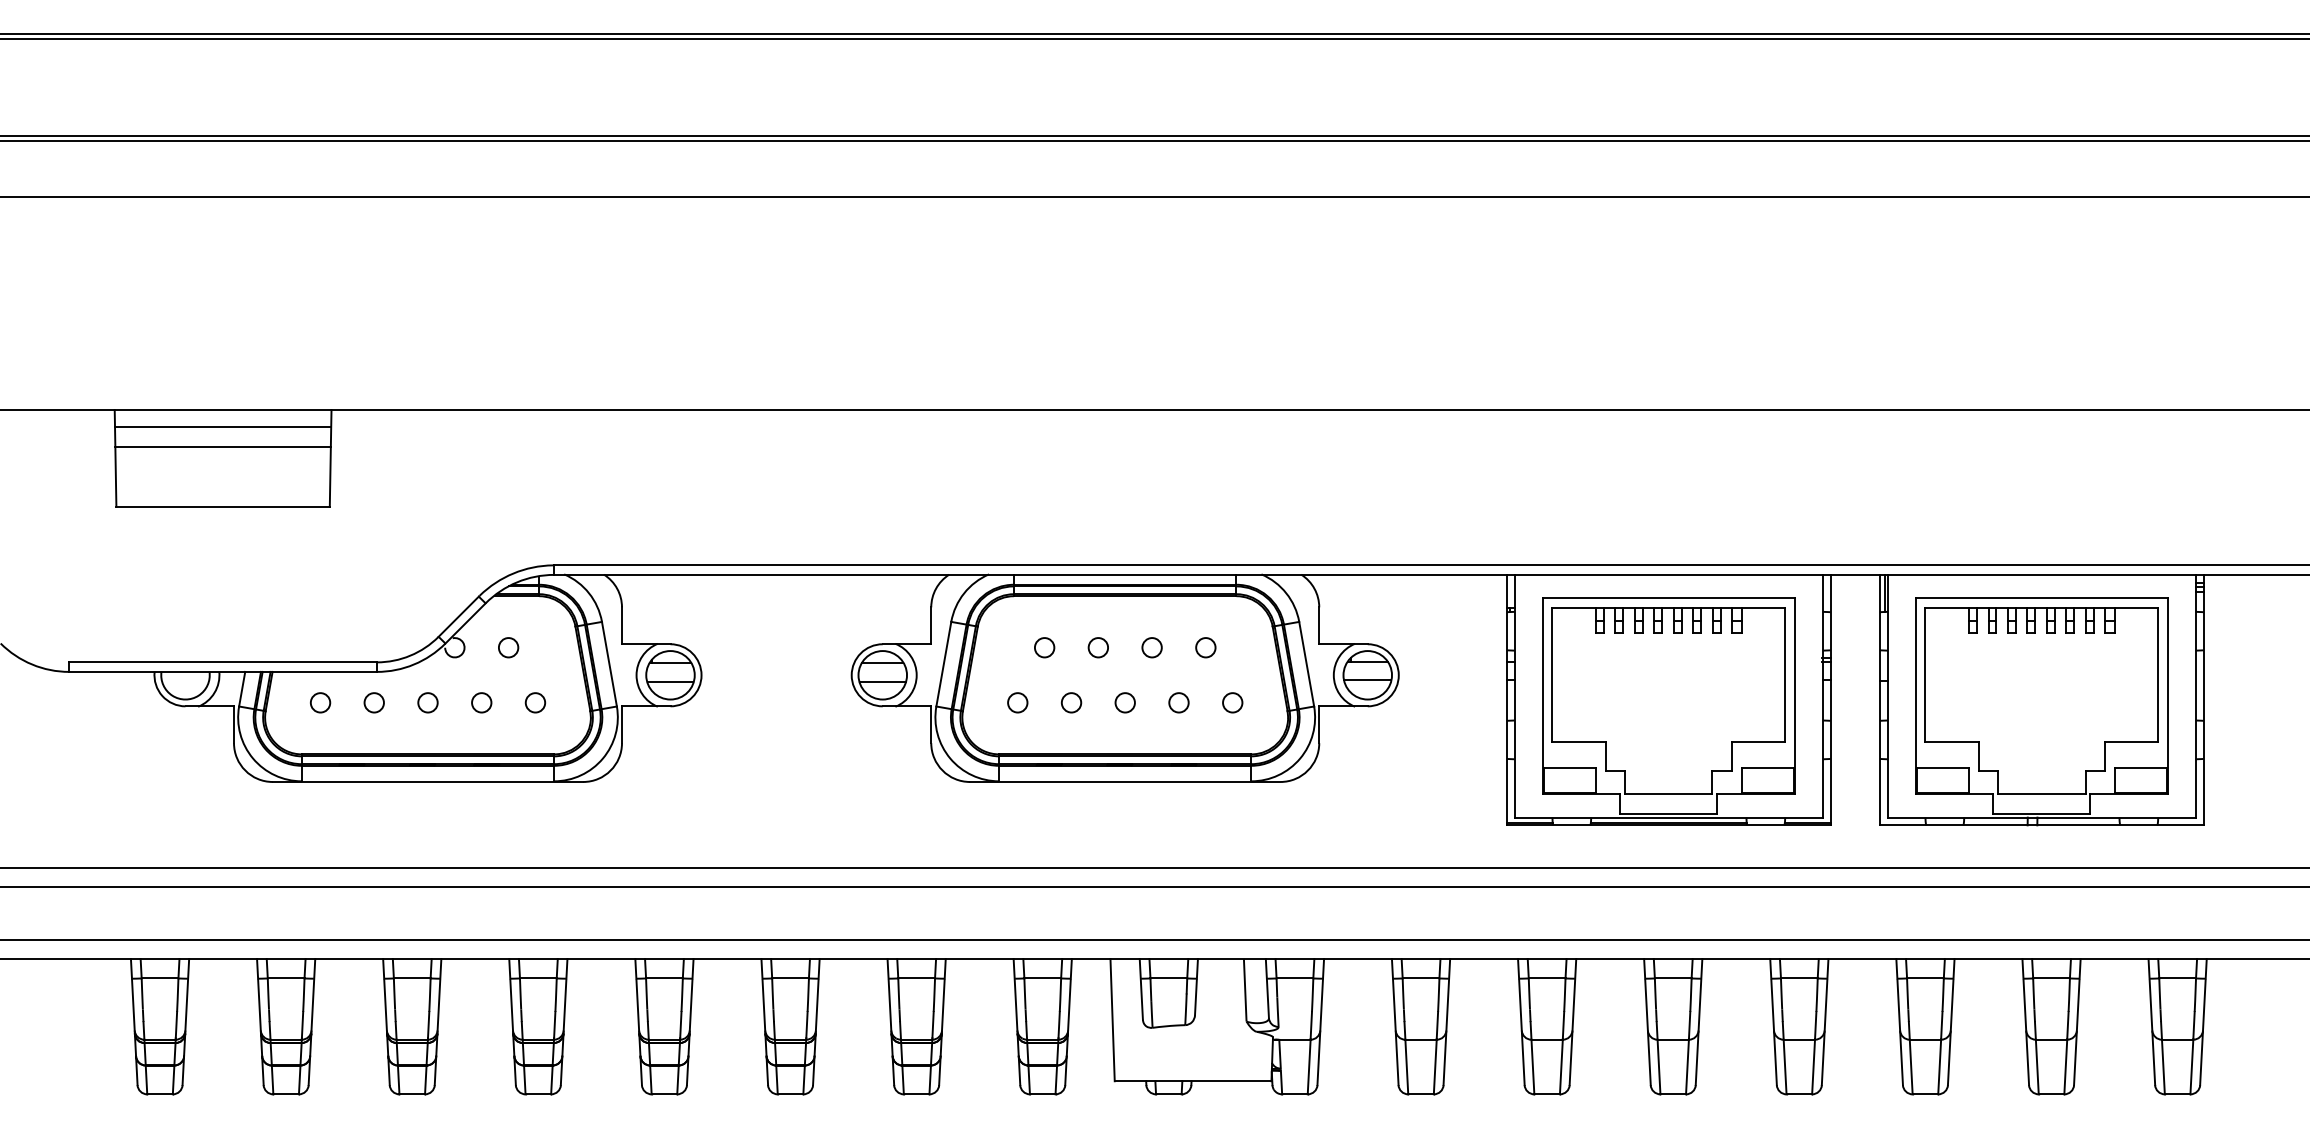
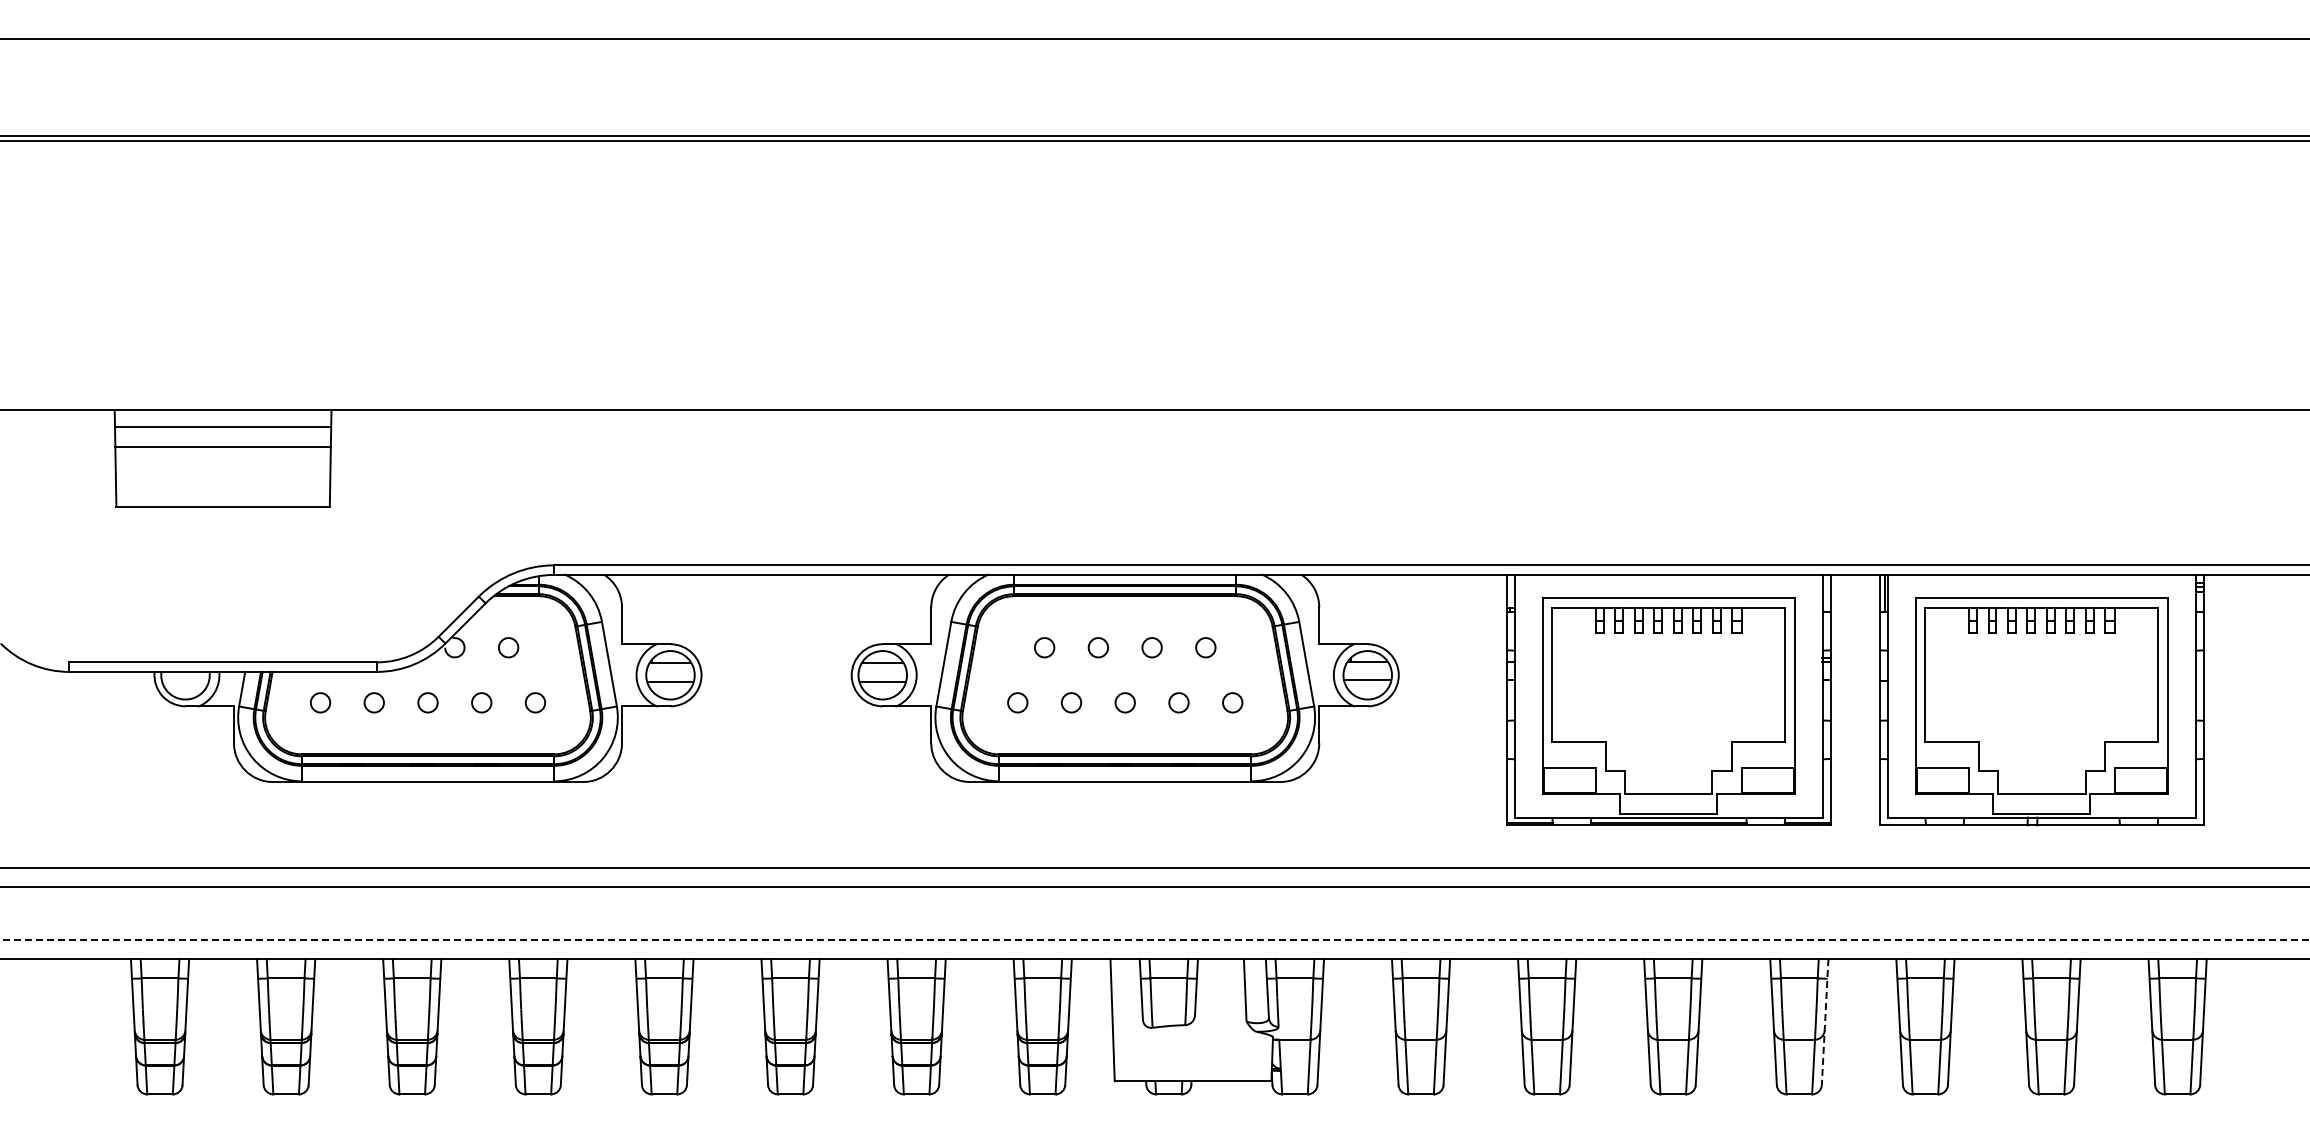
line at (1154, 33): present -> none
line at (1154, 196): present -> none
line at (1155, 939): solid -> dashed
line at (1825, 1022): solid -> dashed
